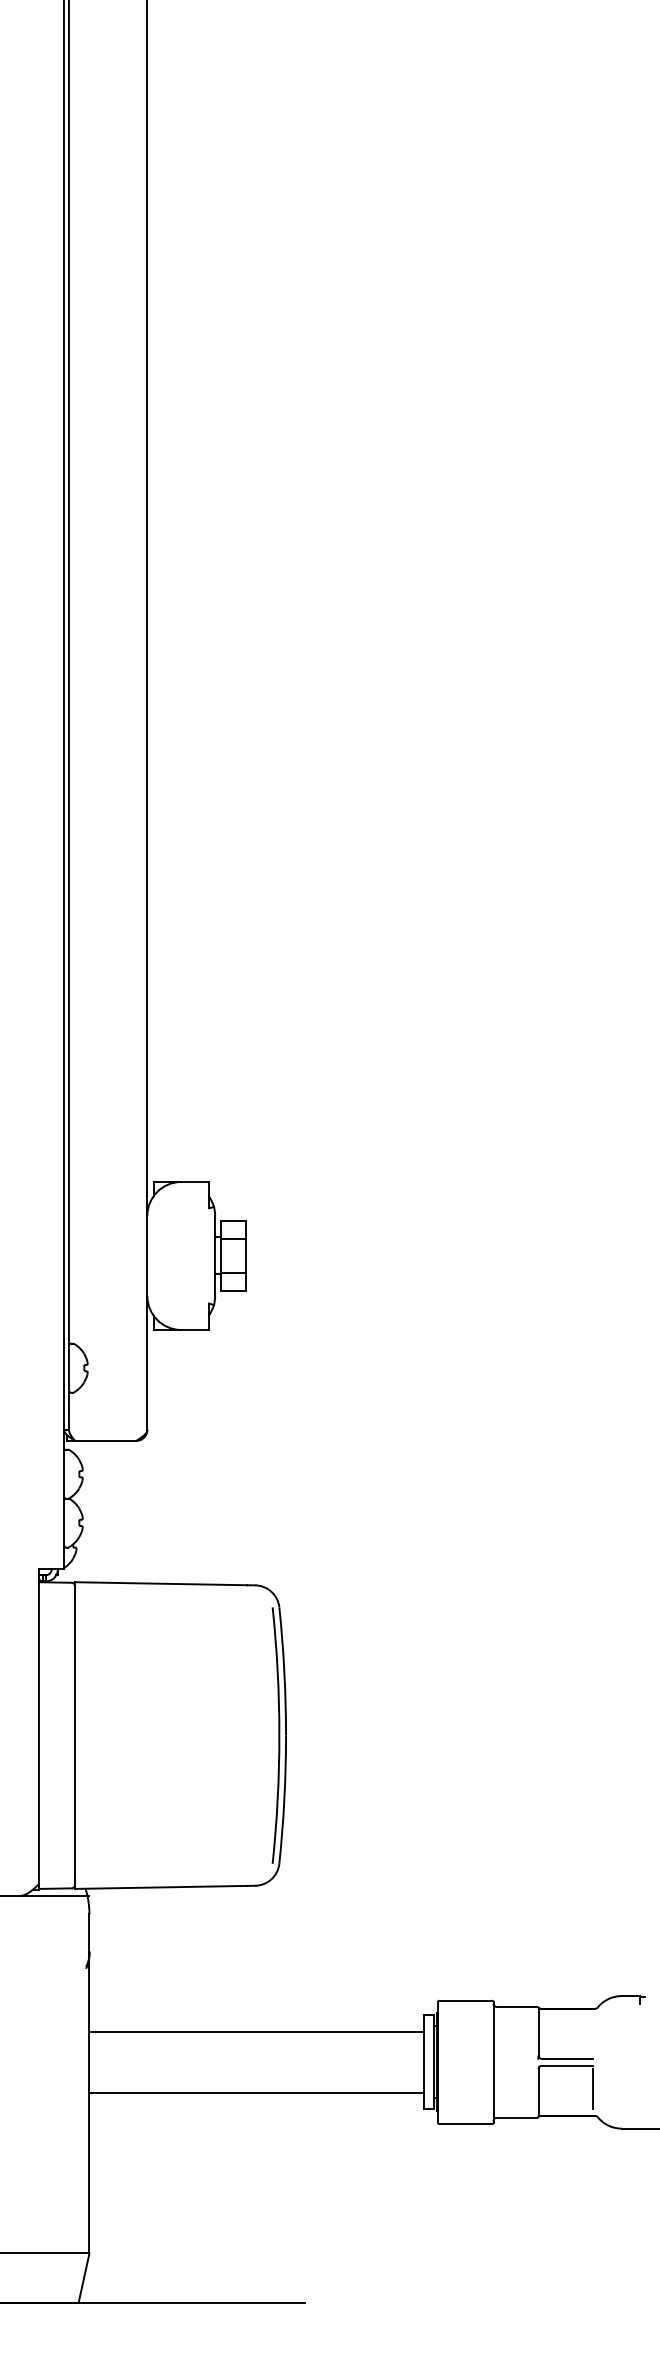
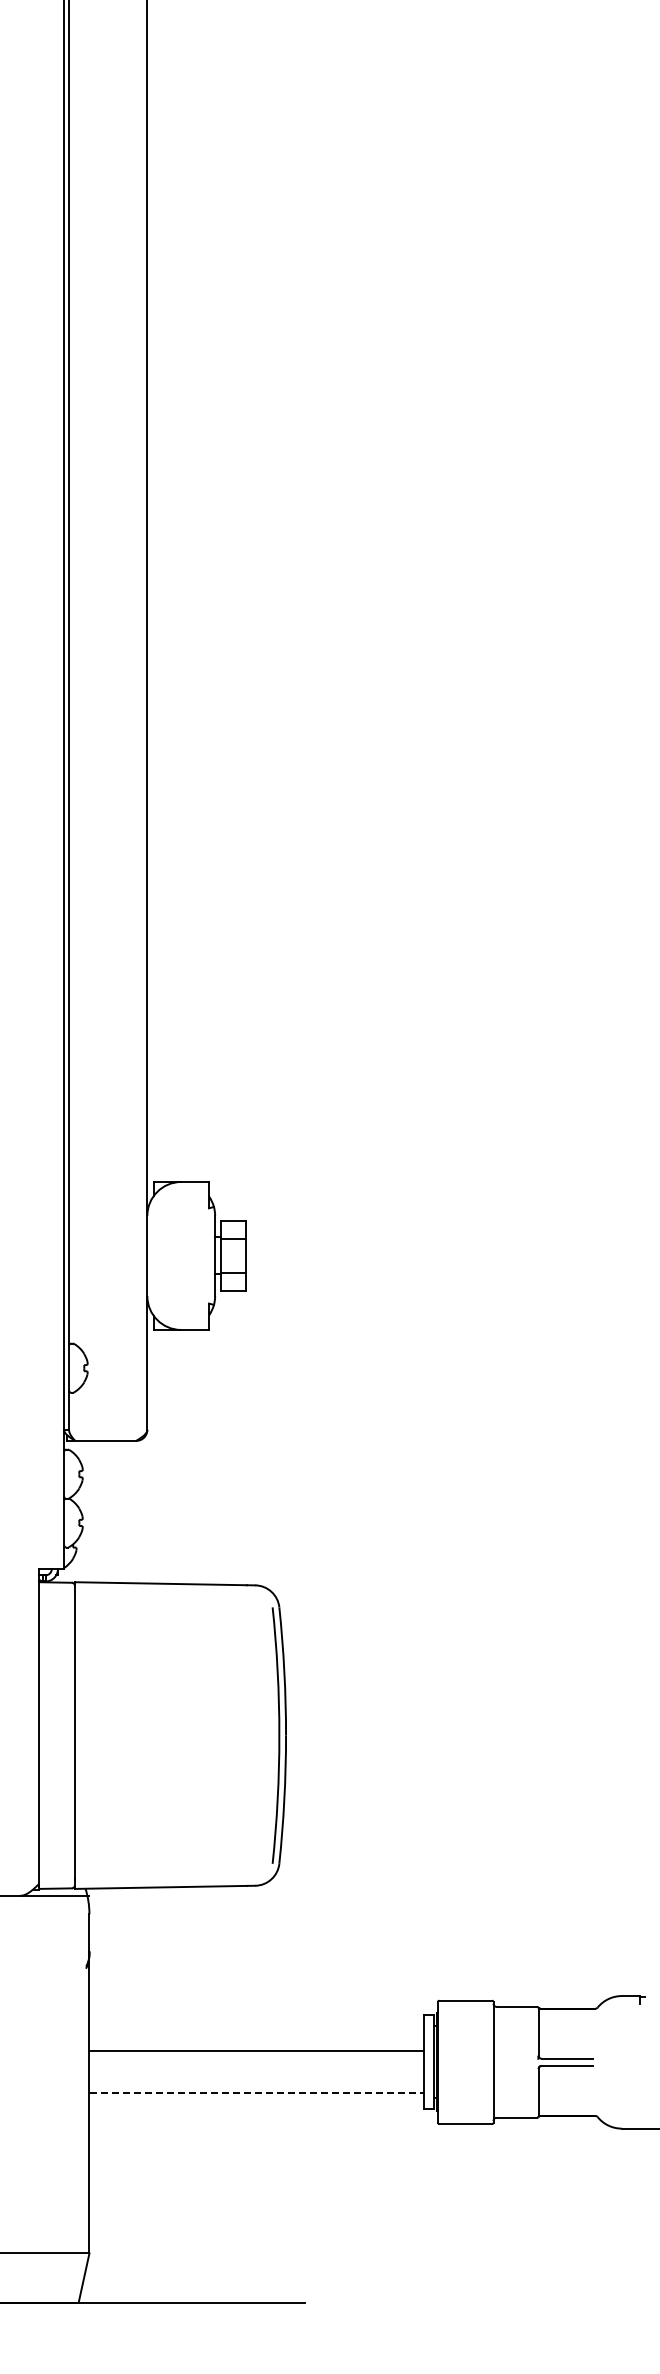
line at (256, 2031) position: (256, 2031) -> (256, 2050)
line at (593, 2088): present -> none
line at (257, 2093): solid -> dashed
